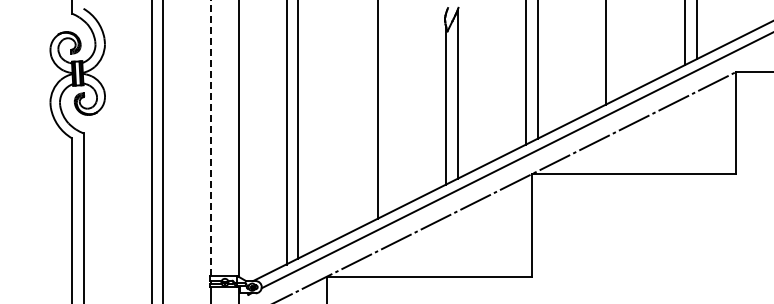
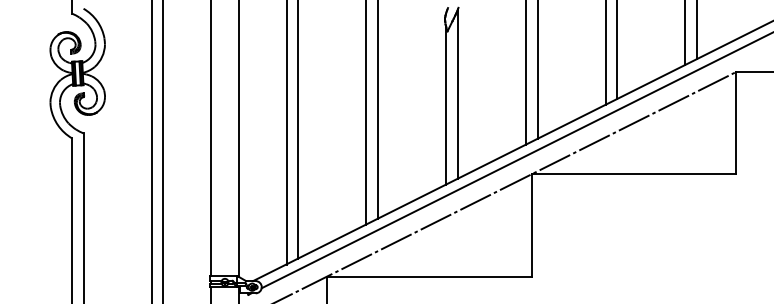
line at (617, 50): none -> present
line at (366, 113): none -> present
line at (211, 138): dashed -> solid
